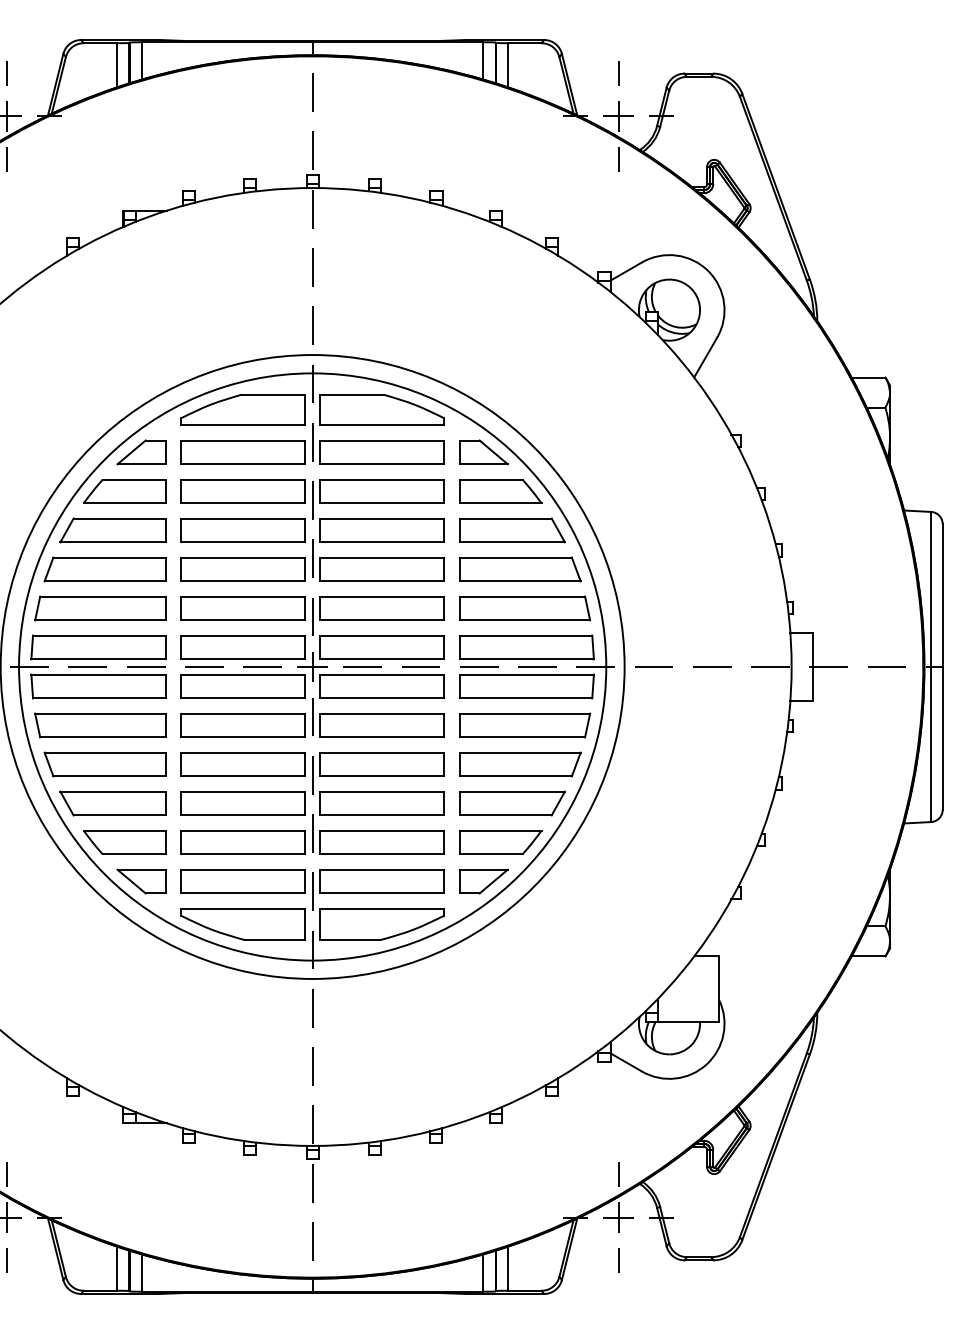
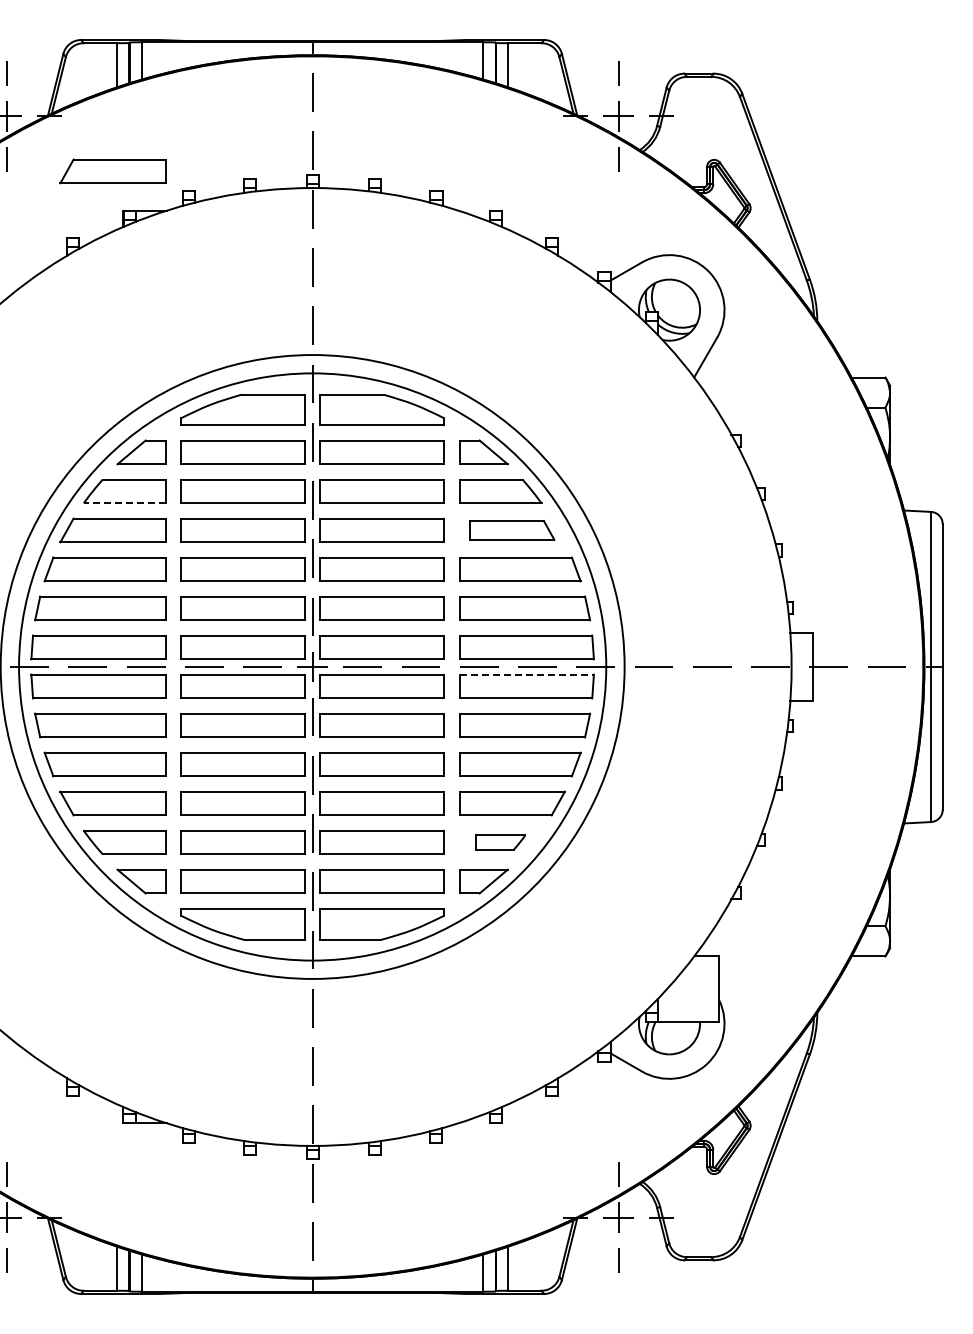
part at (112, 171): none -> present
line at (124, 503): solid -> dashed
part at (512, 530) size: 107x27 px -> 87x21 px
line at (527, 674): solid -> dashed
part at (500, 842) size: 84x25 px -> 51x17 px
